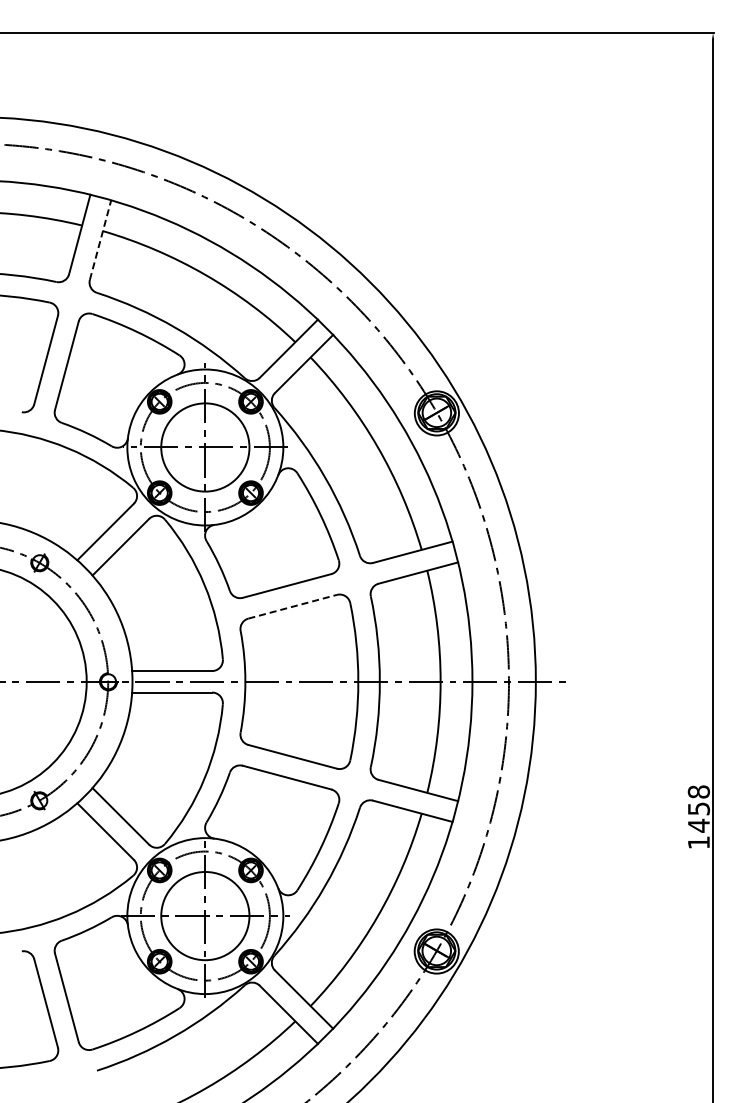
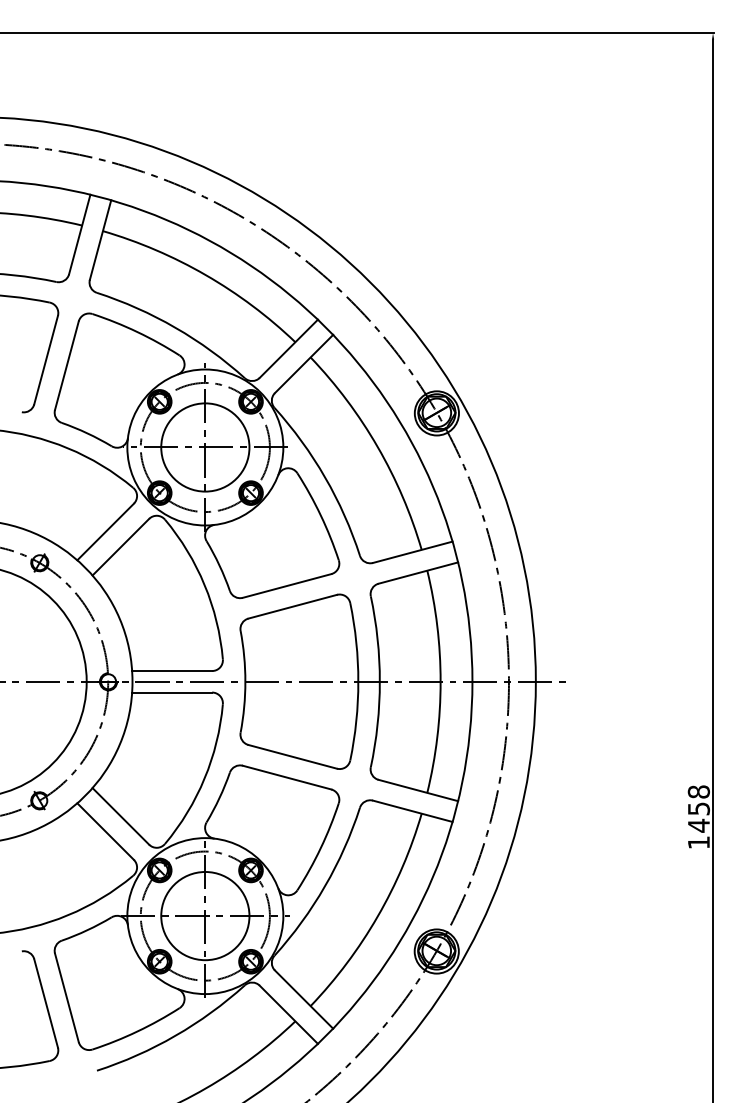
line at (100, 239): dashed -> solid
line at (292, 606): dashed -> solid
